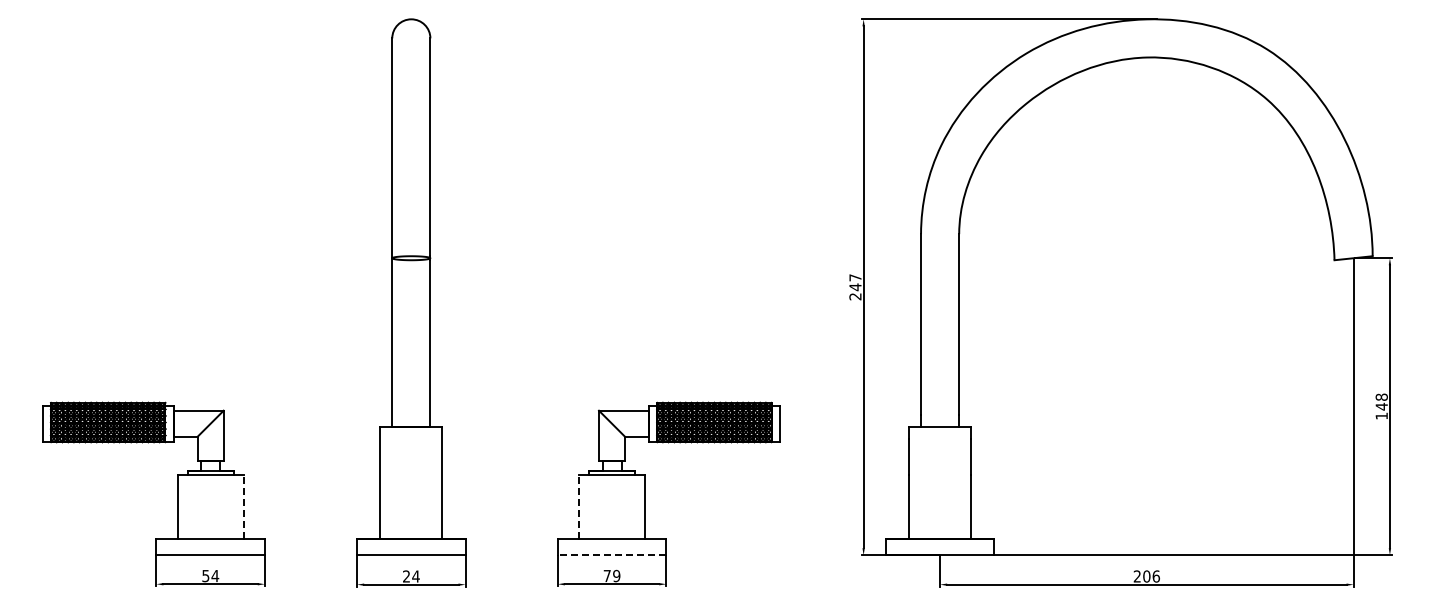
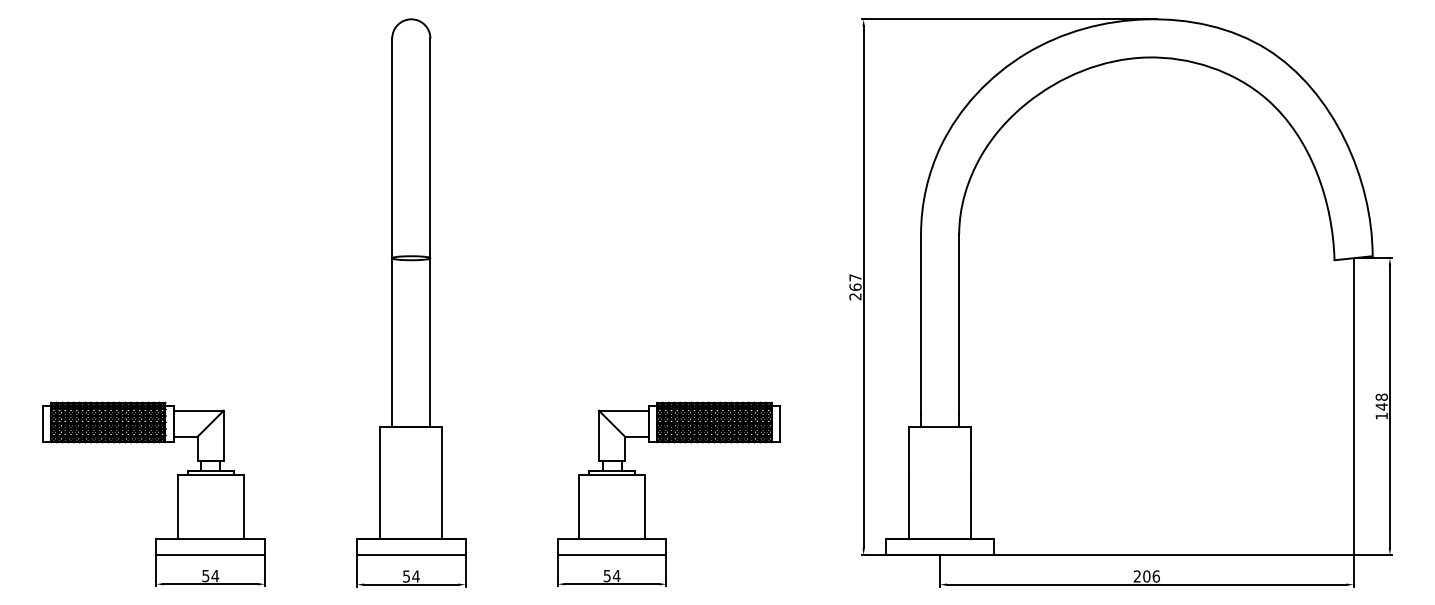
text at (855, 287): 247 -> 267
line at (243, 506): dashed -> solid
line at (578, 506): dashed -> solid
line at (611, 555): dashed -> solid
text at (611, 575): 79 -> 54
text at (406, 576): 24 -> 54
